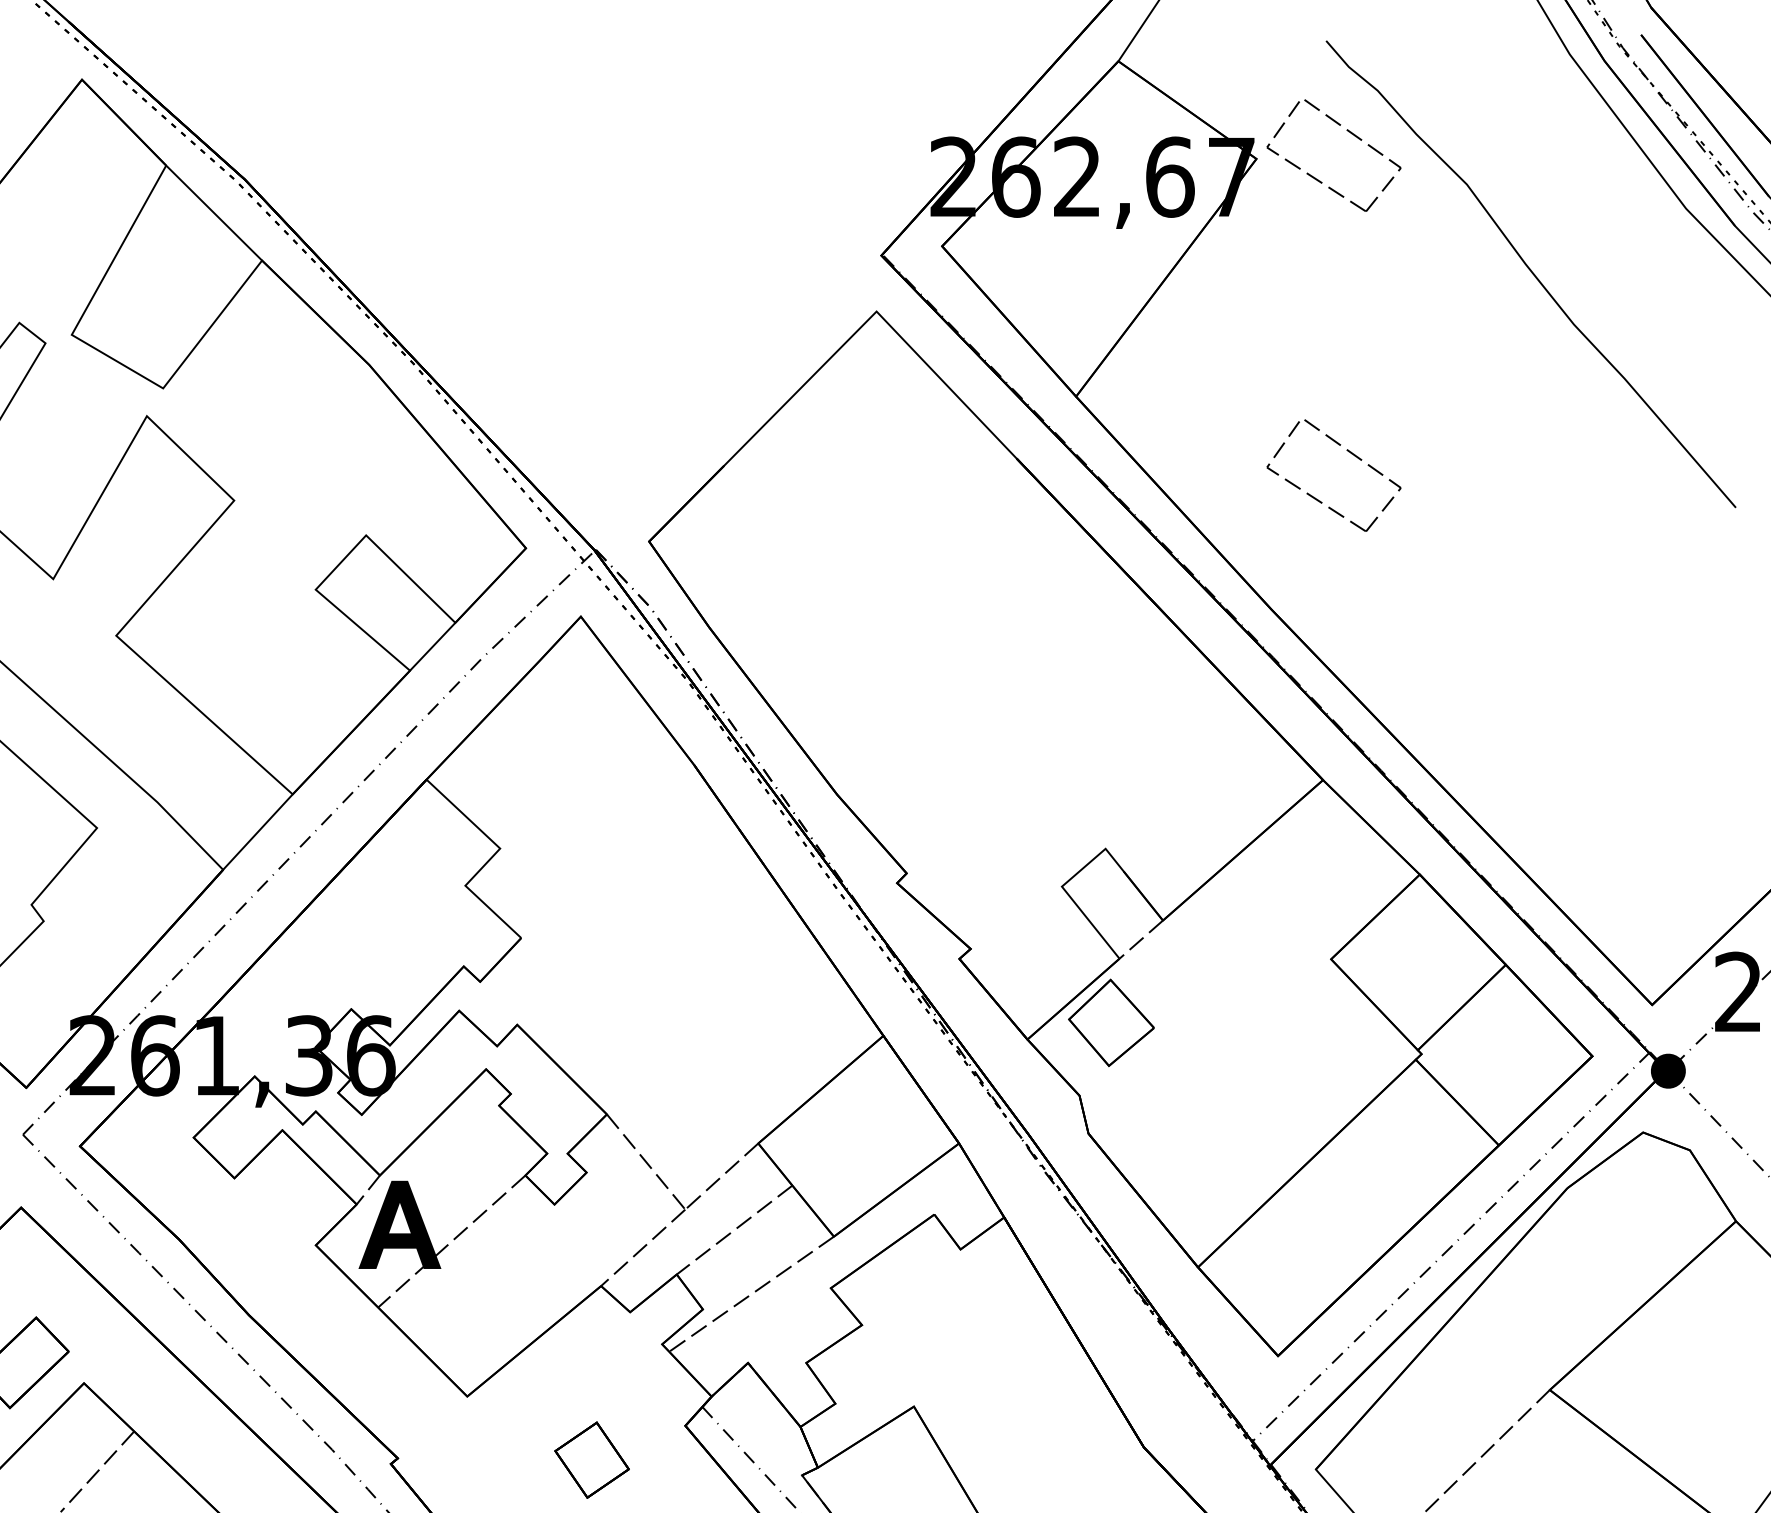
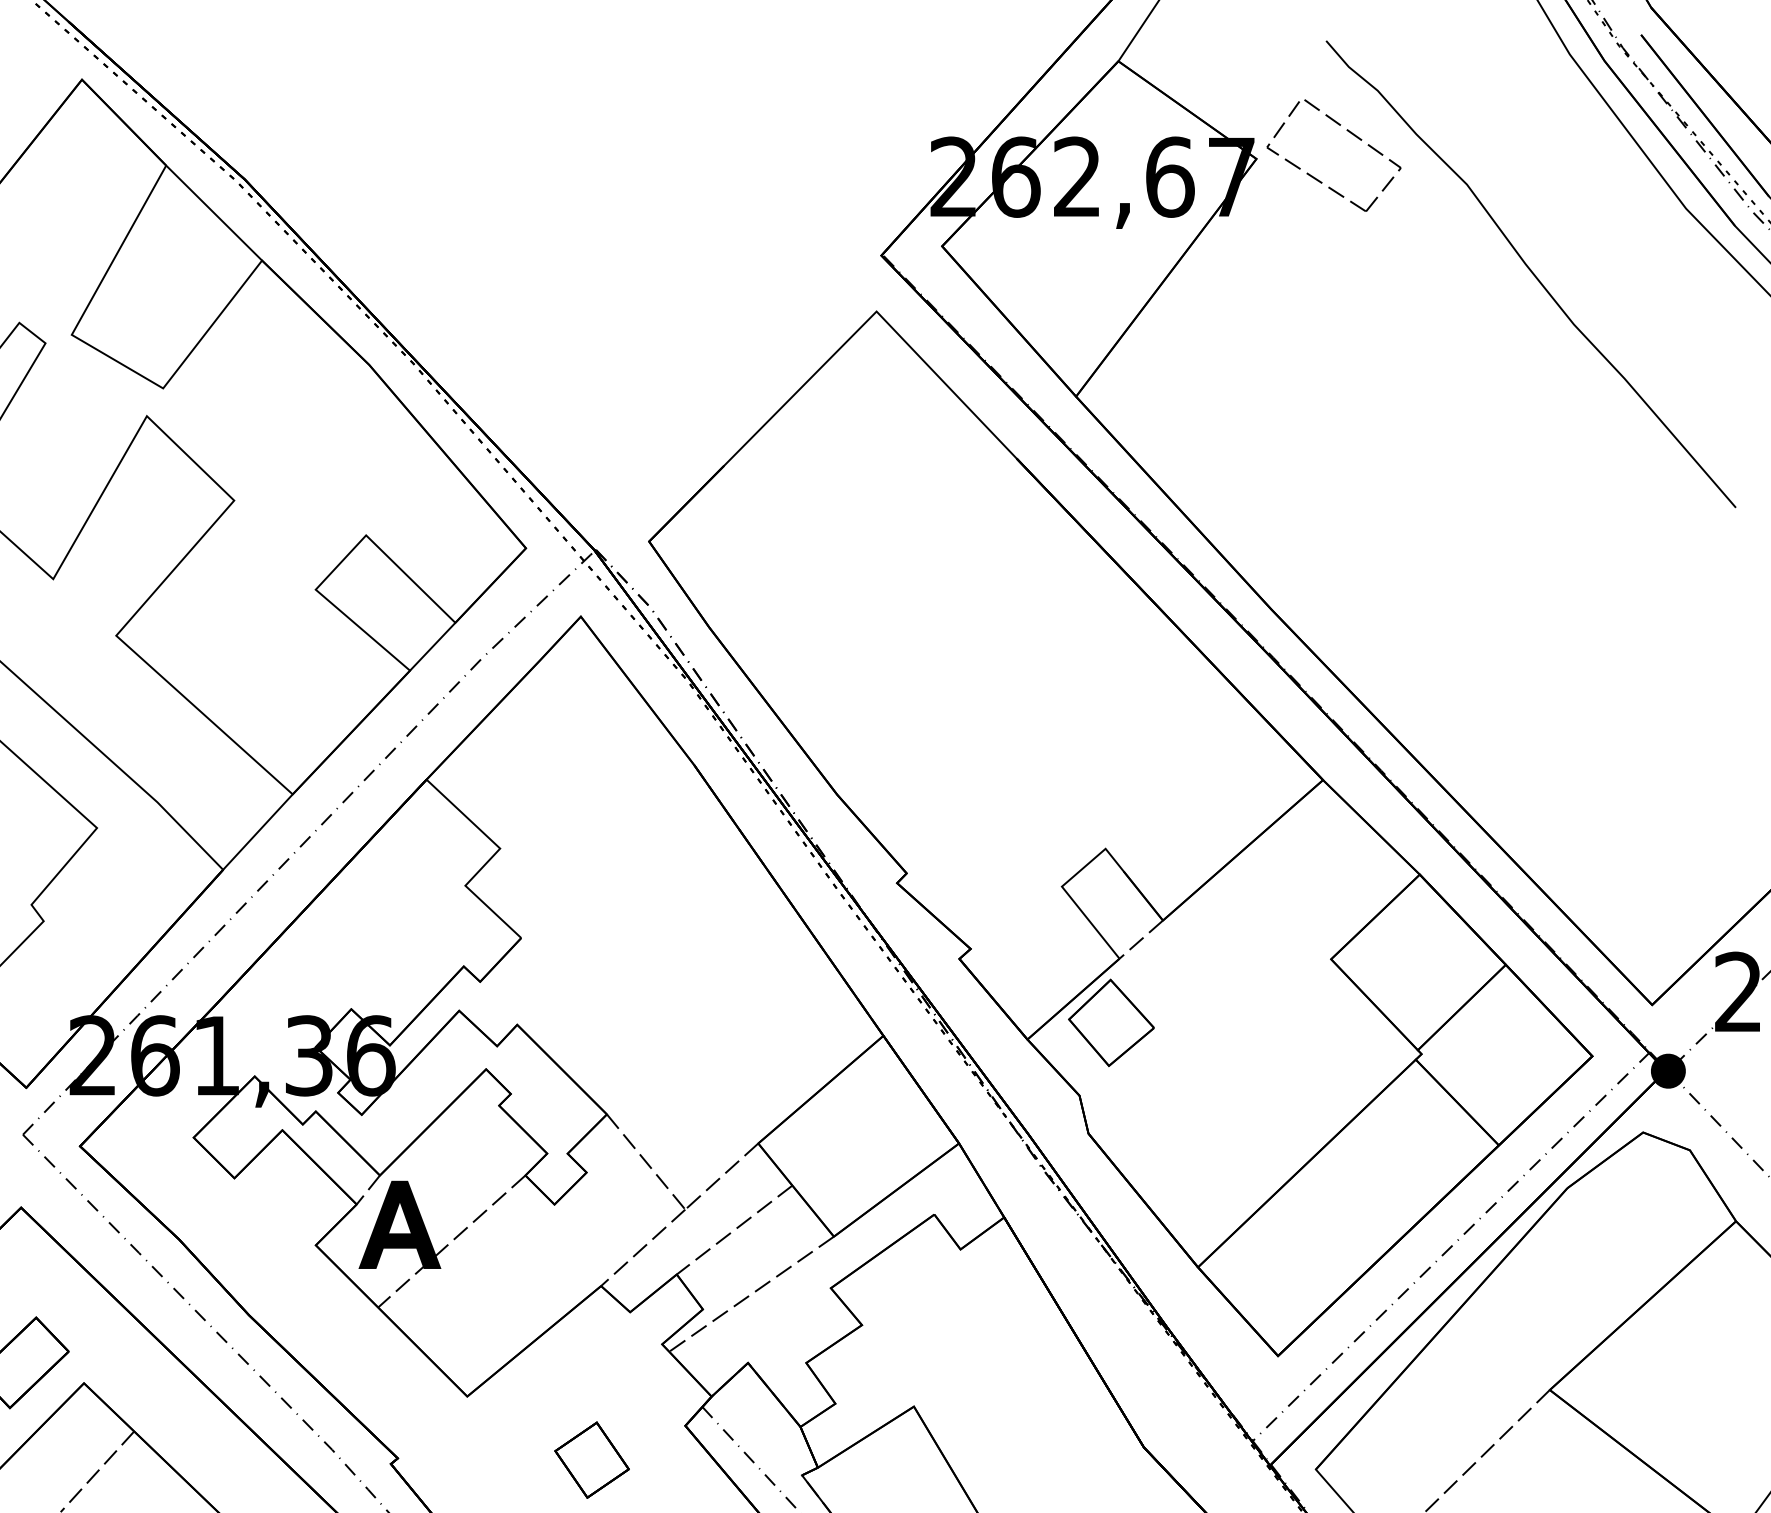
part at (1348, 452): present -> none
